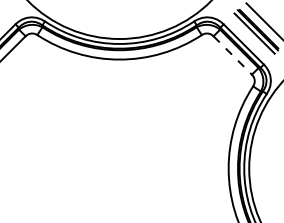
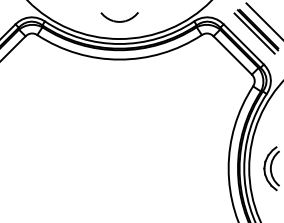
part at (119, 17): none -> present
line at (233, 55): dashed -> solid
part at (271, 168): none -> present
